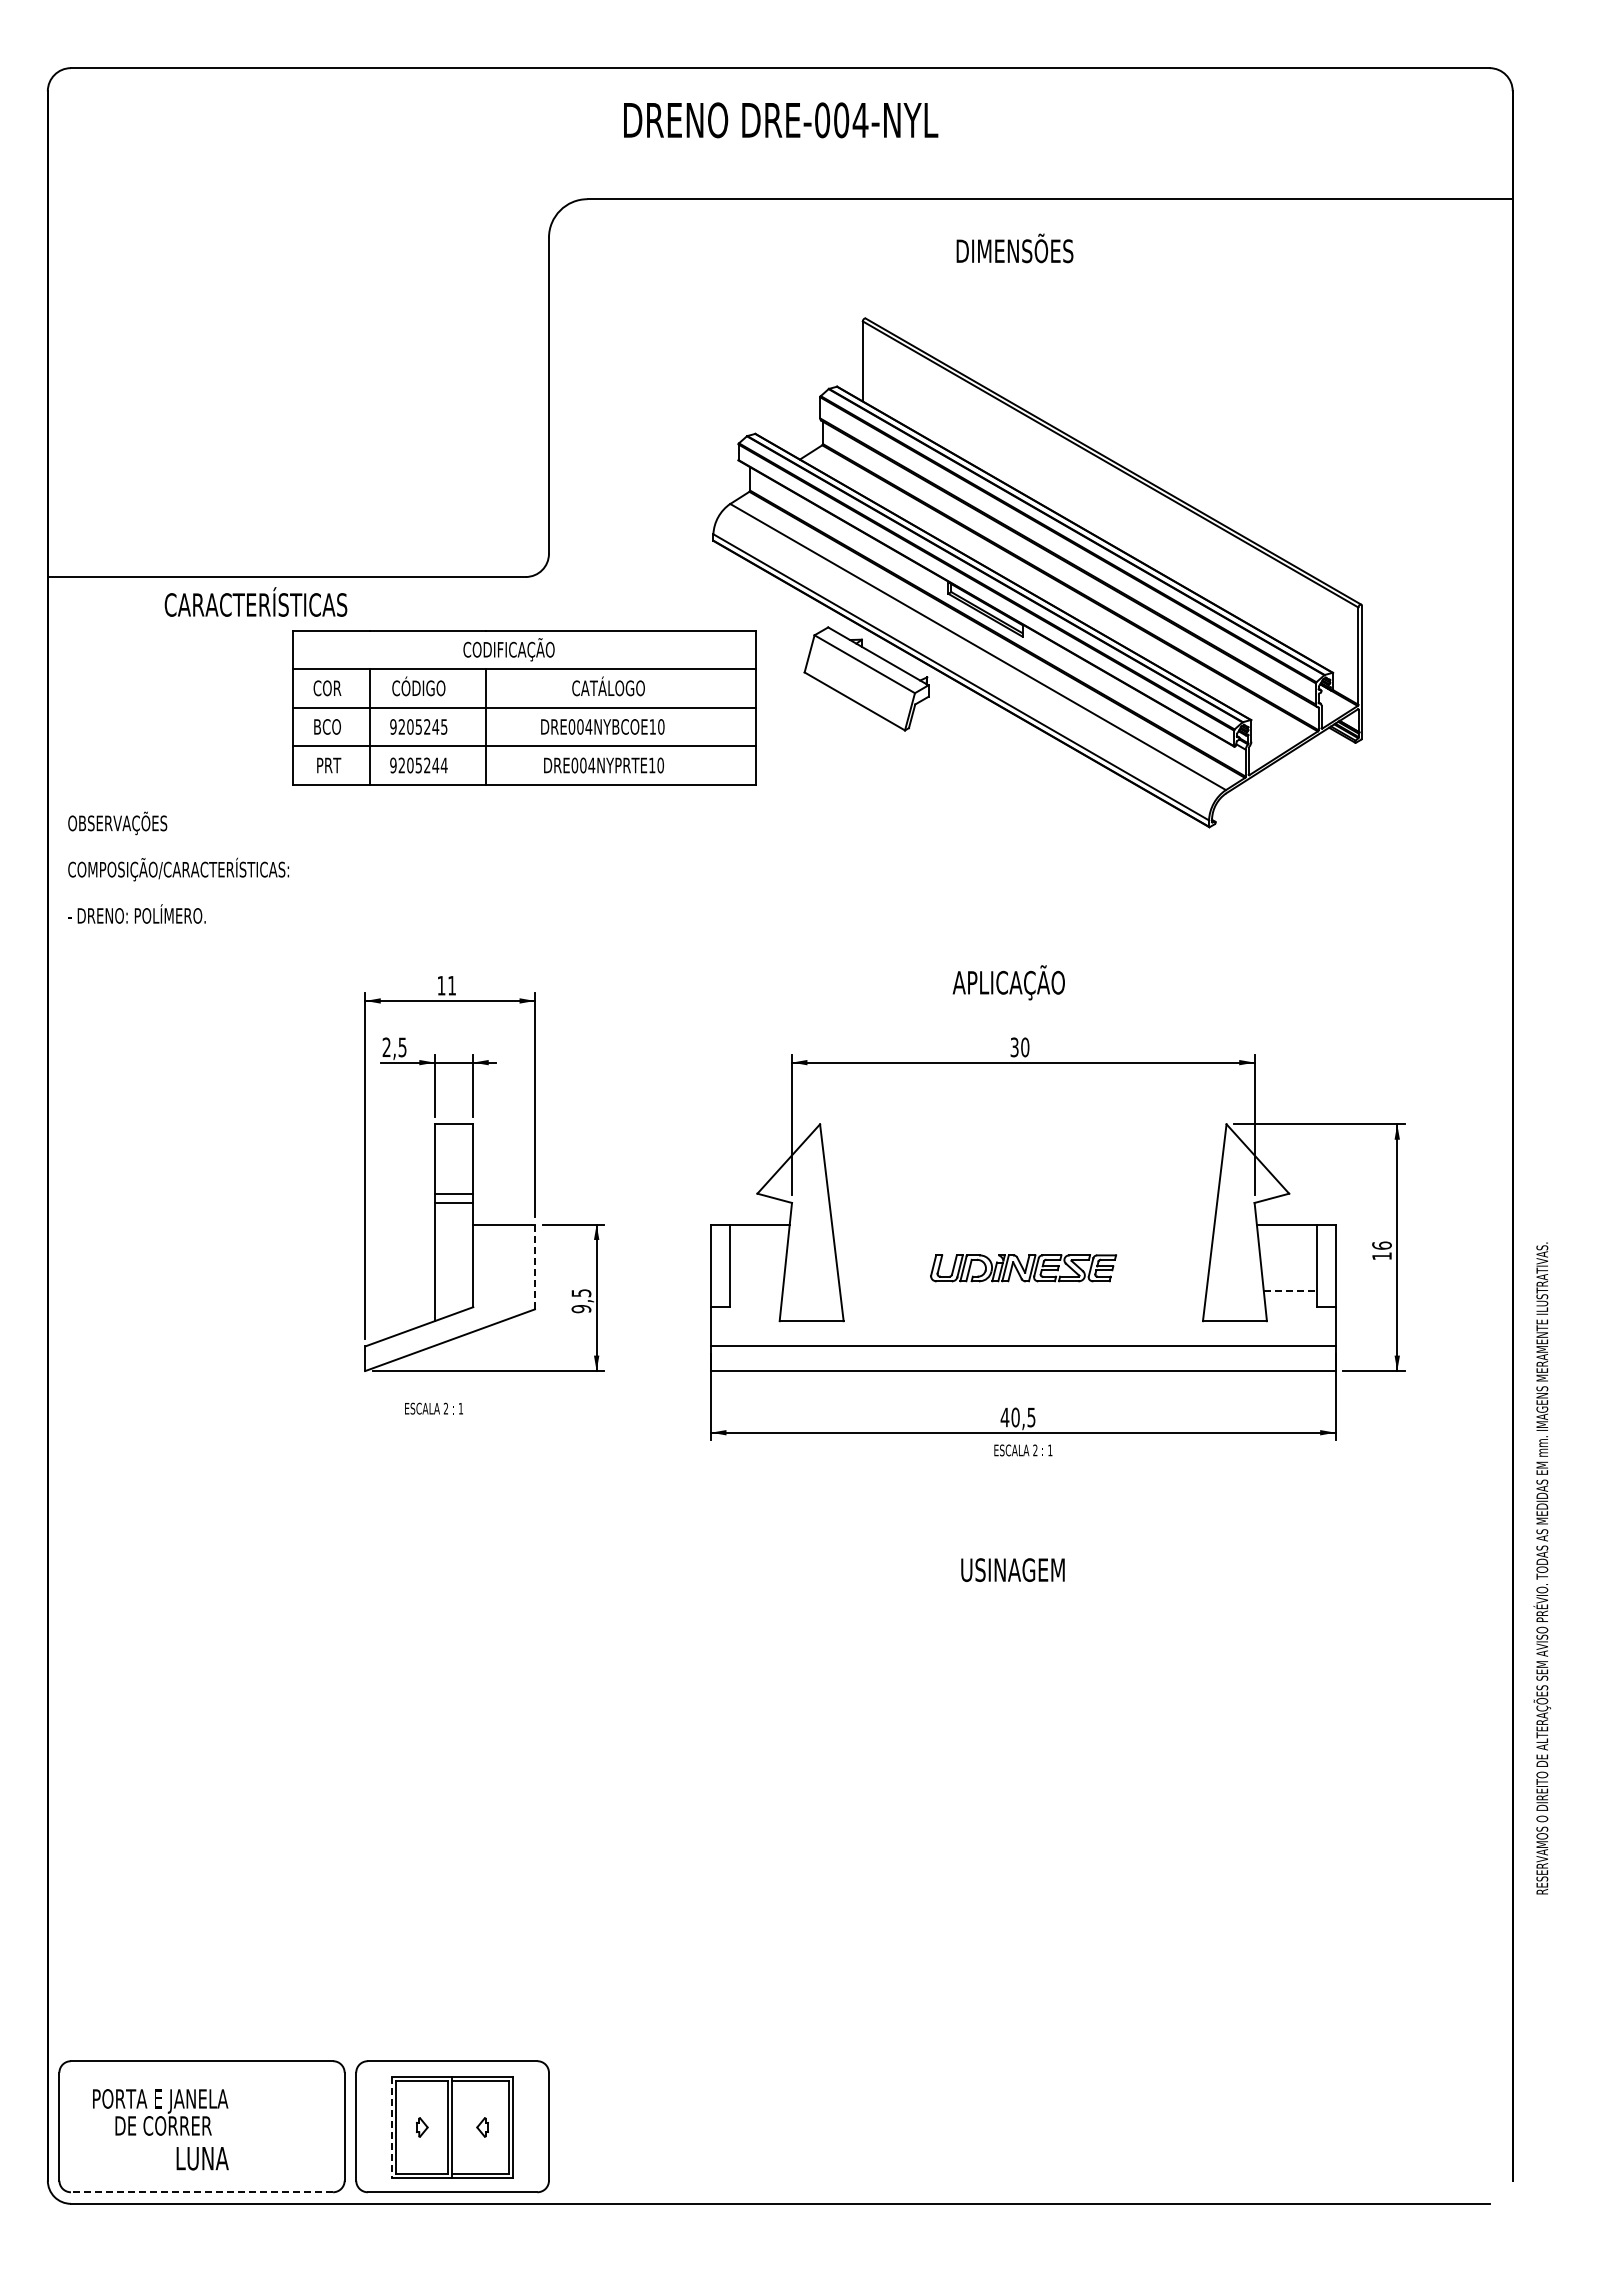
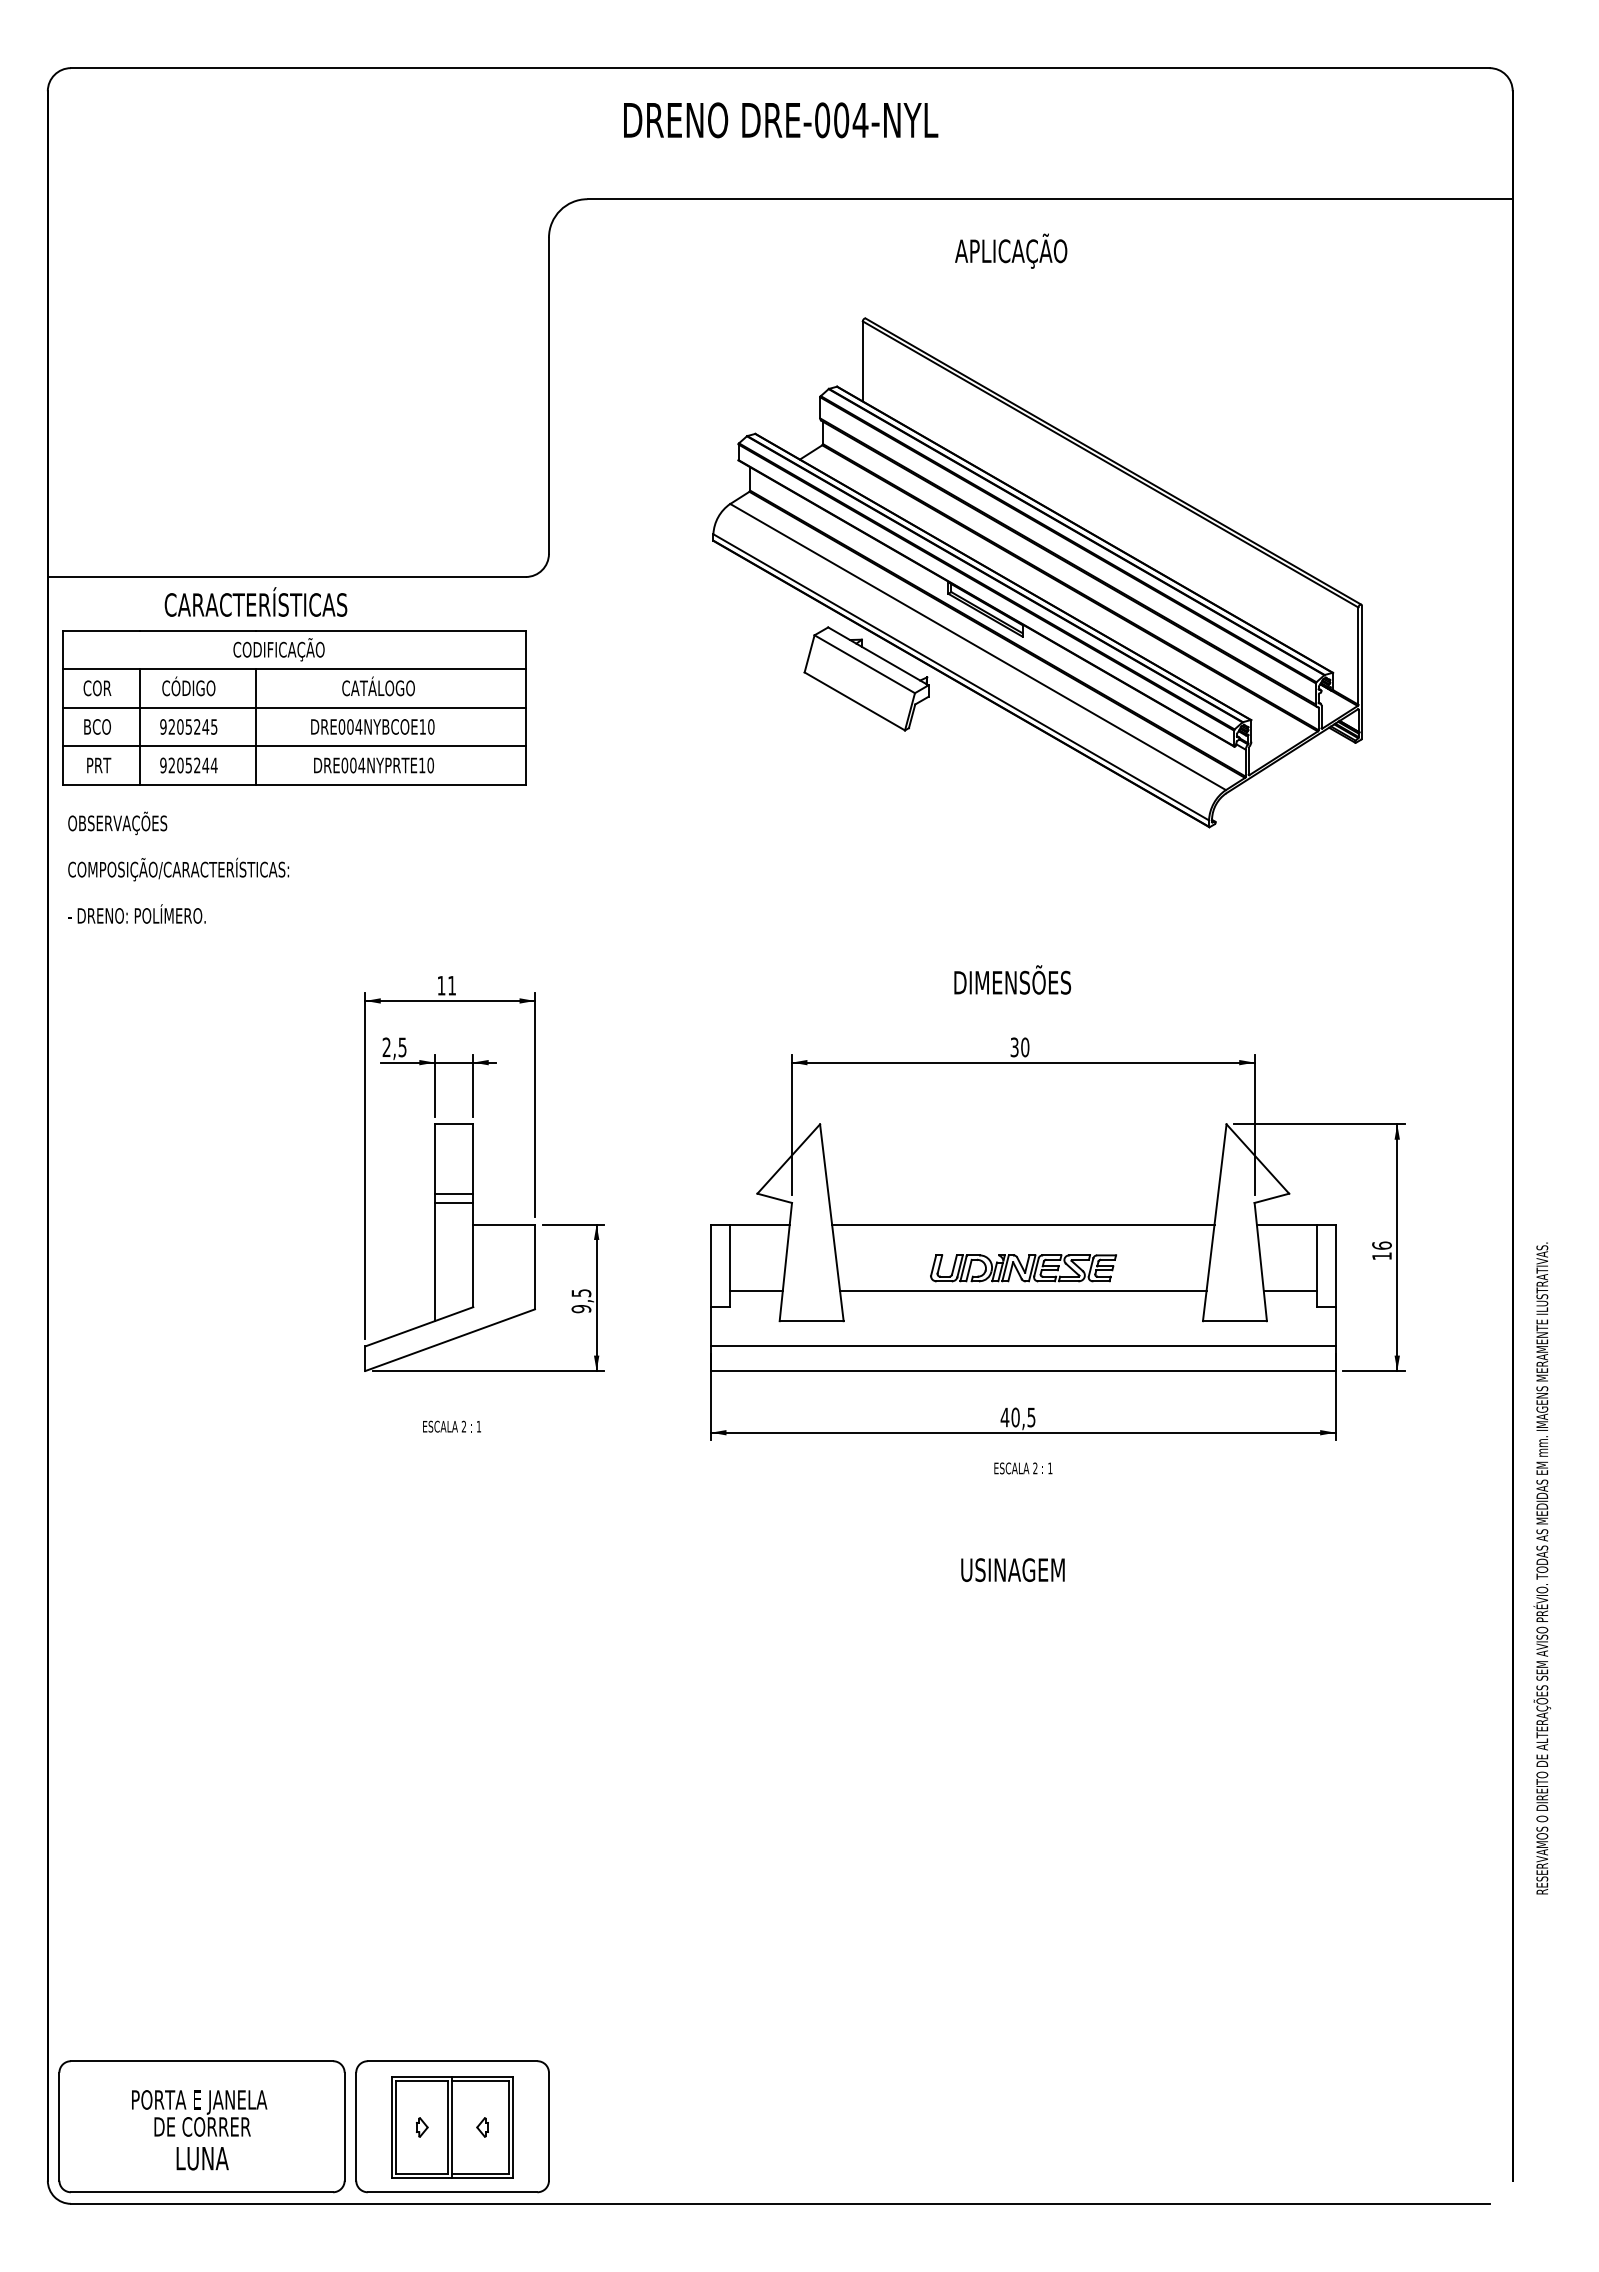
text at (1014, 250): DIMENSÕES -> APLICAÇÃO
part at (524, 707) position: (524, 707) -> (294, 707)
text at (1011, 982): APLICAÇÃO -> DIMENSÕES
line at (1023, 1224): none -> present
line at (534, 1267): dashed -> solid
line at (755, 1291): none -> present
line at (1023, 1291): none -> present
line at (1290, 1291): dashed -> solid
text at (433, 1408) position: (433, 1408) -> (451, 1426)
text at (1023, 1450) position: (1023, 1450) -> (1023, 1468)
text at (160, 2112) position: (160, 2112) -> (199, 2113)
line at (391, 2127): dashed -> solid
line at (201, 2192): dashed -> solid
